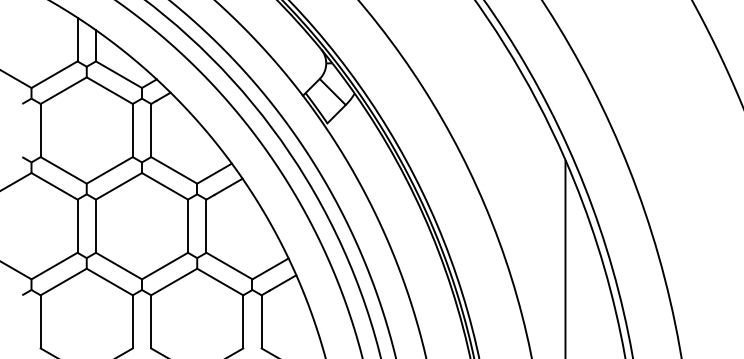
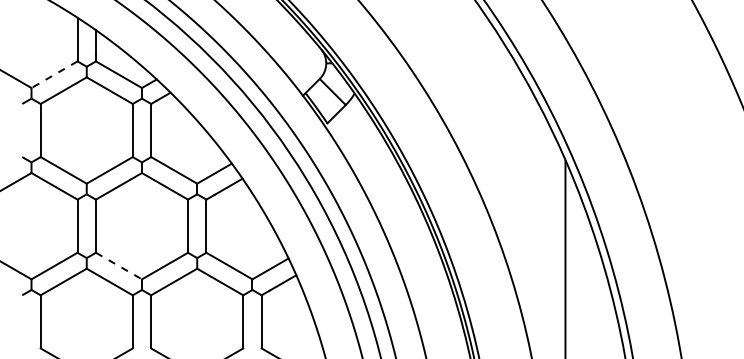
line at (54, 74): solid -> dashed
line at (118, 266): solid -> dashed
